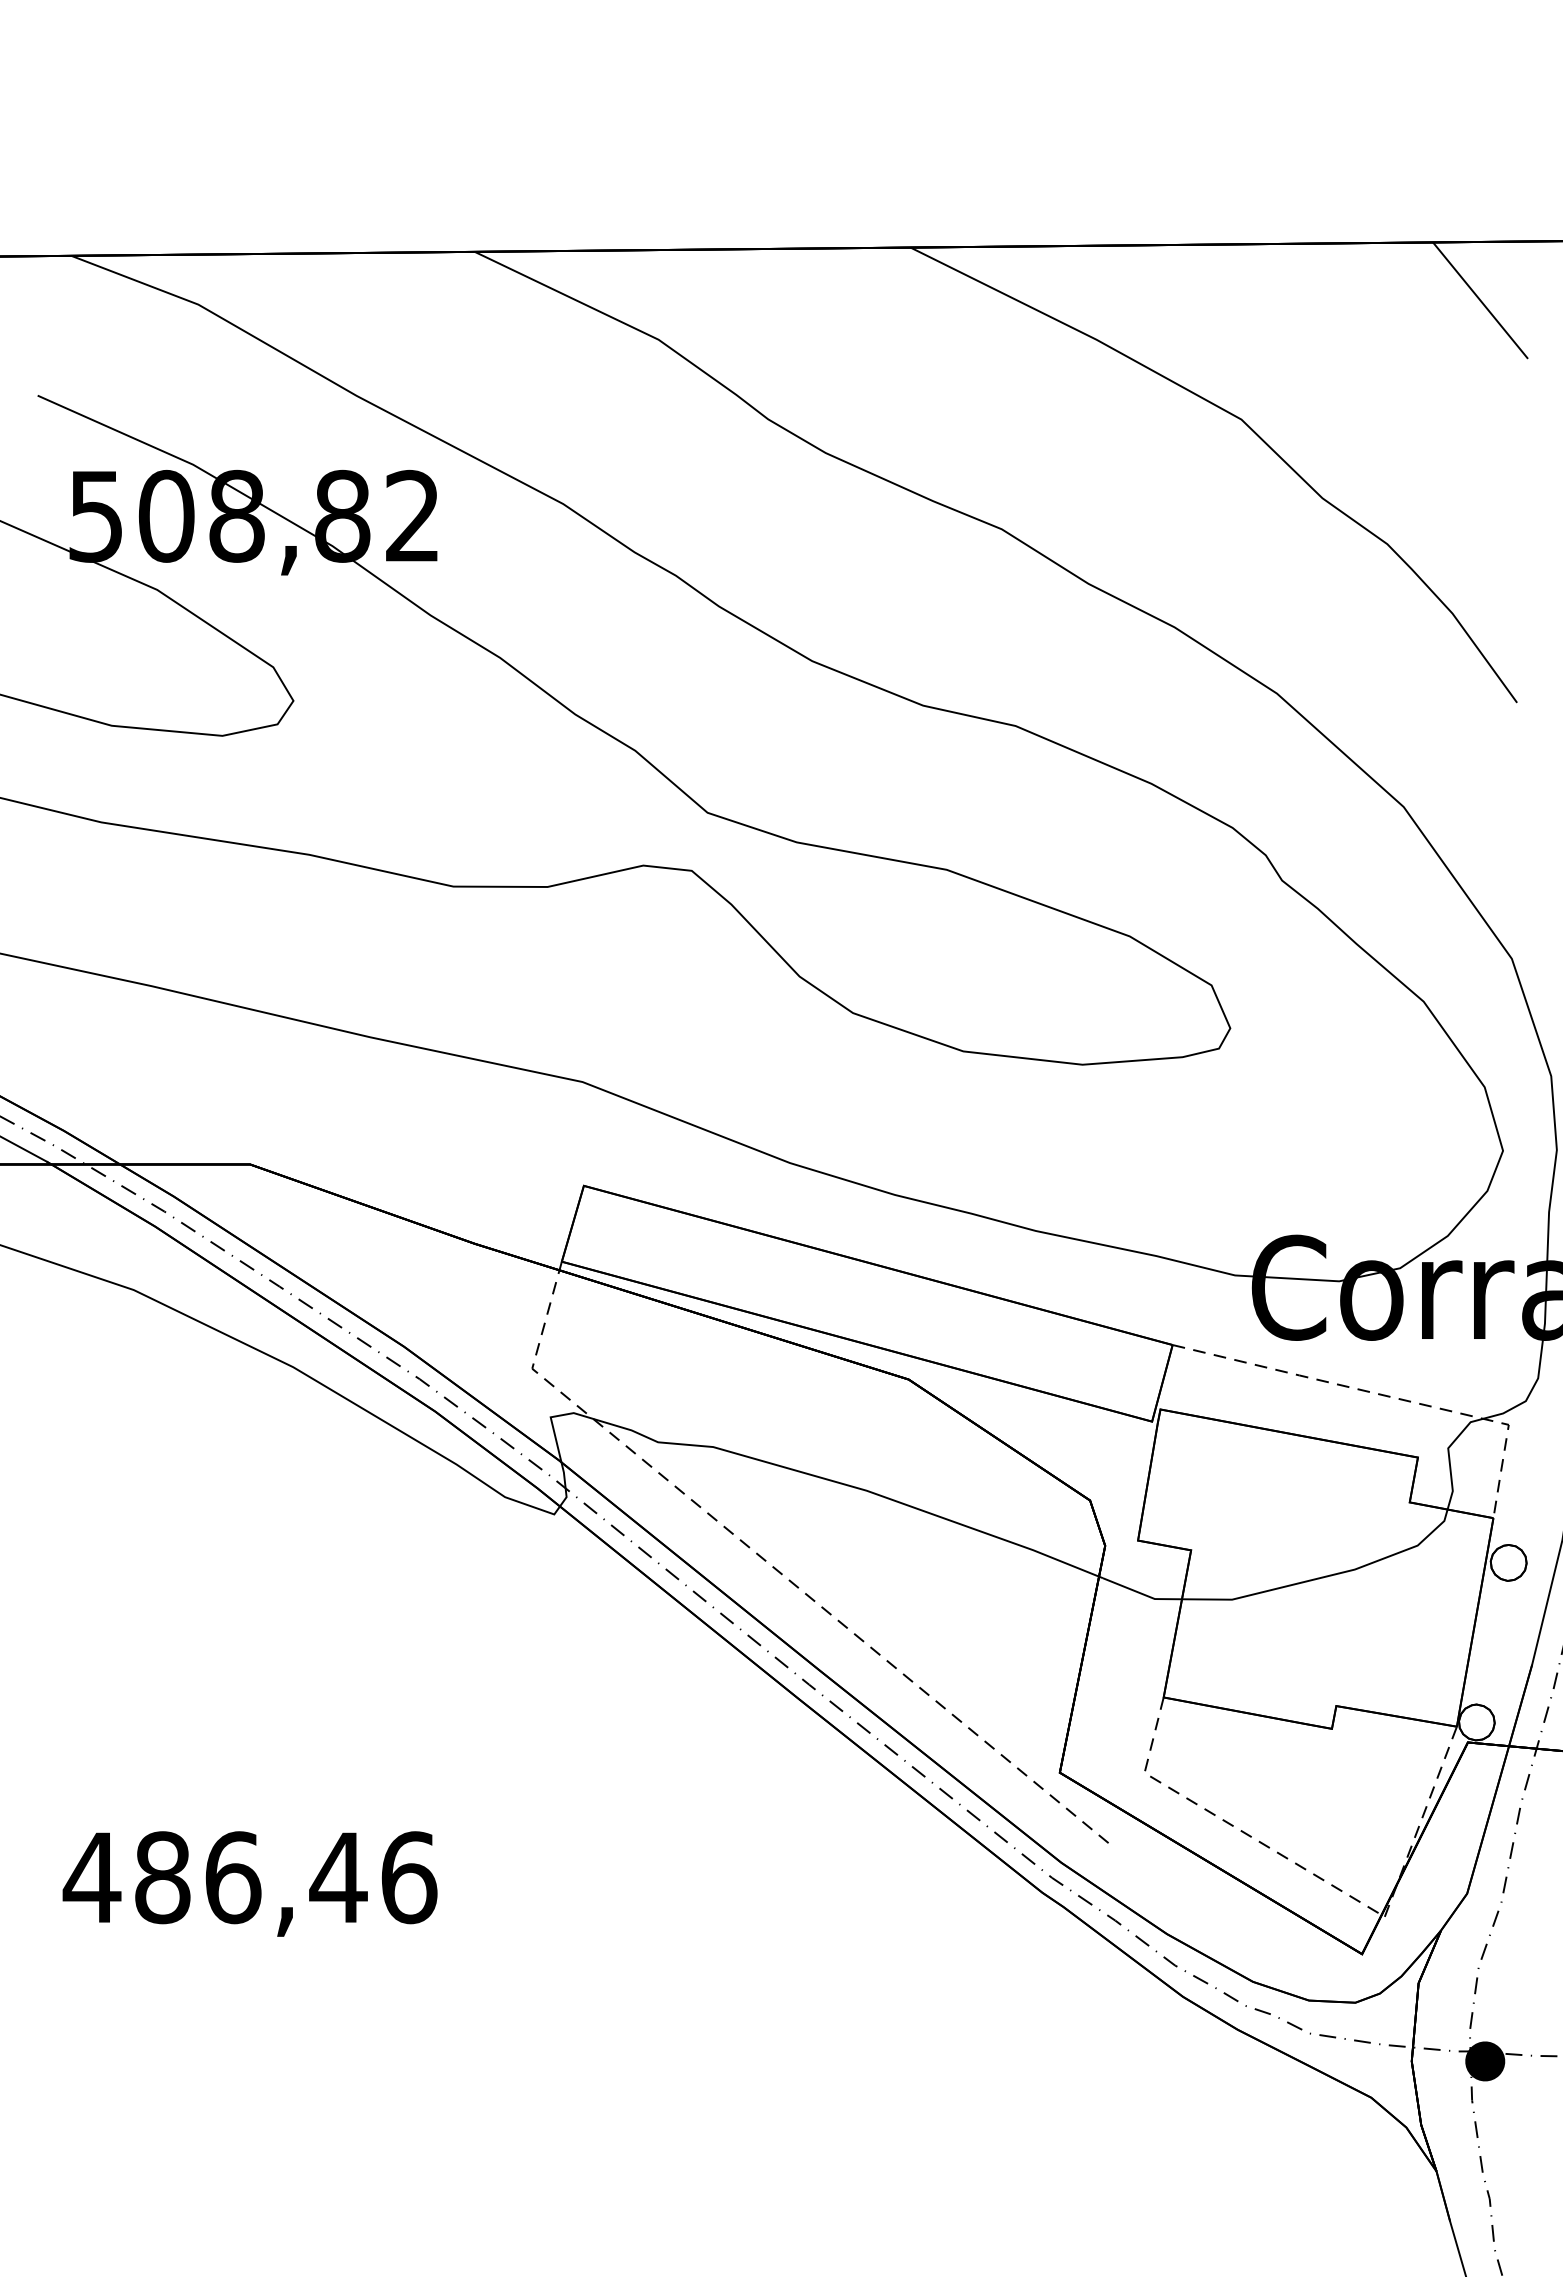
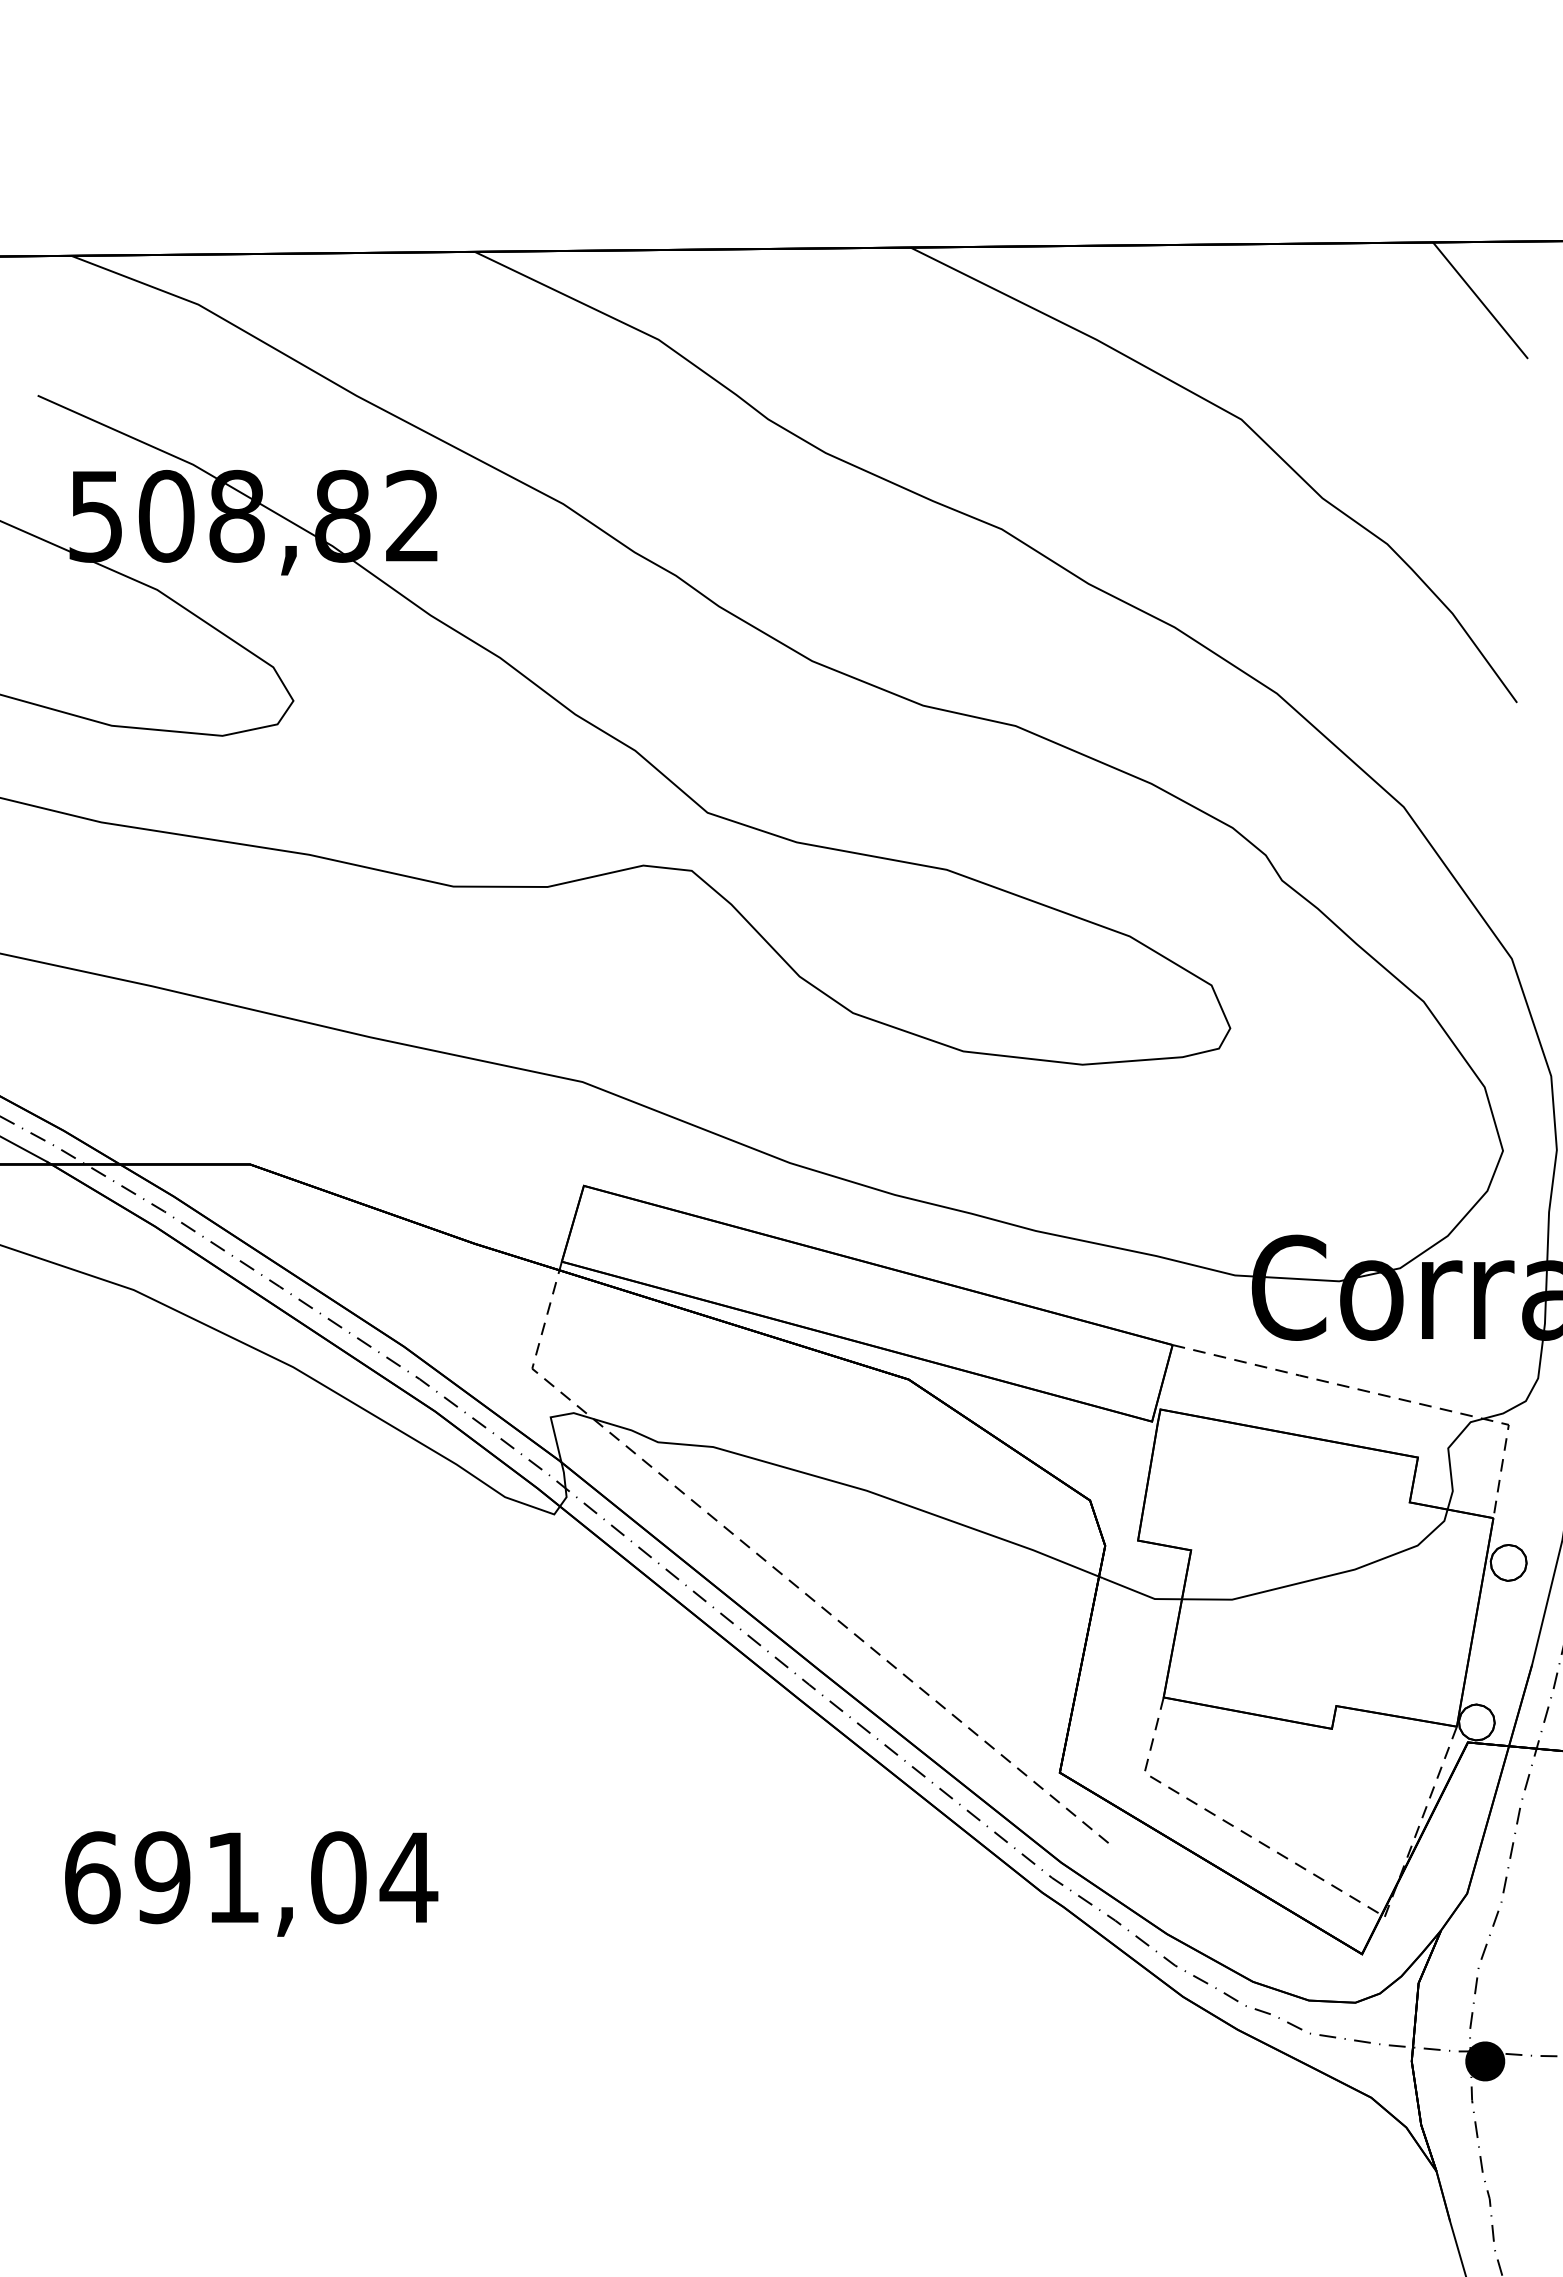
text at (250, 1877): 486,46 -> 691,04
